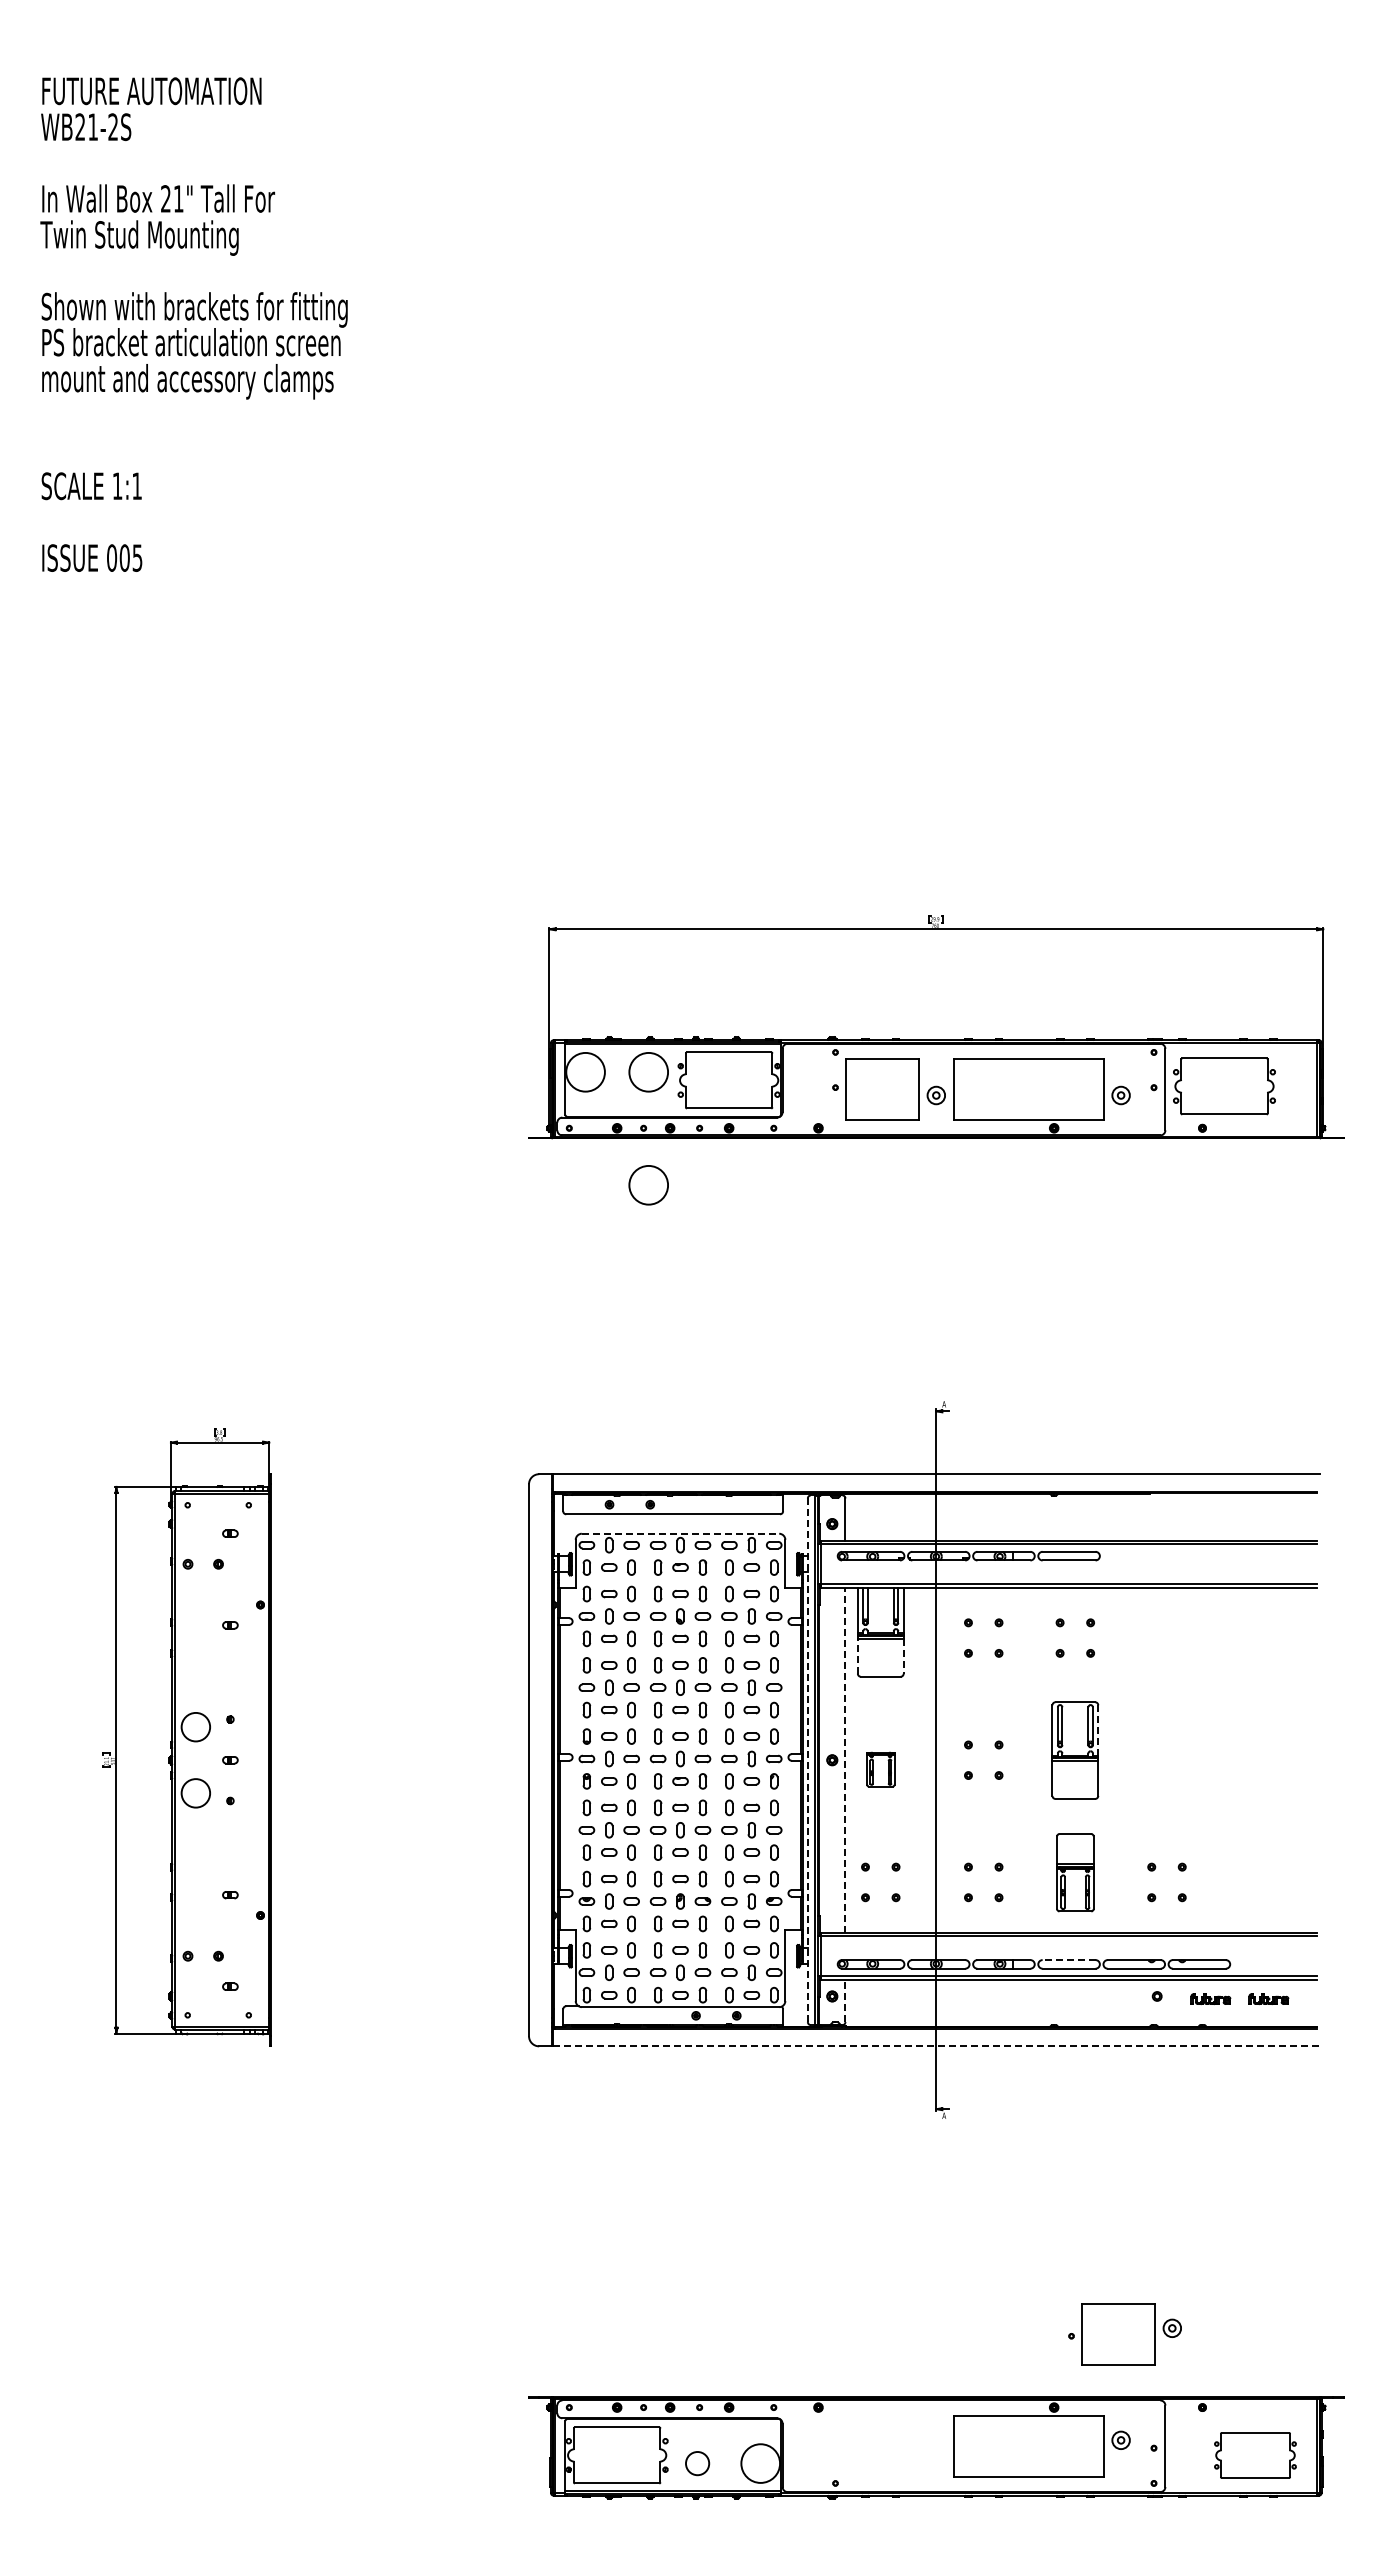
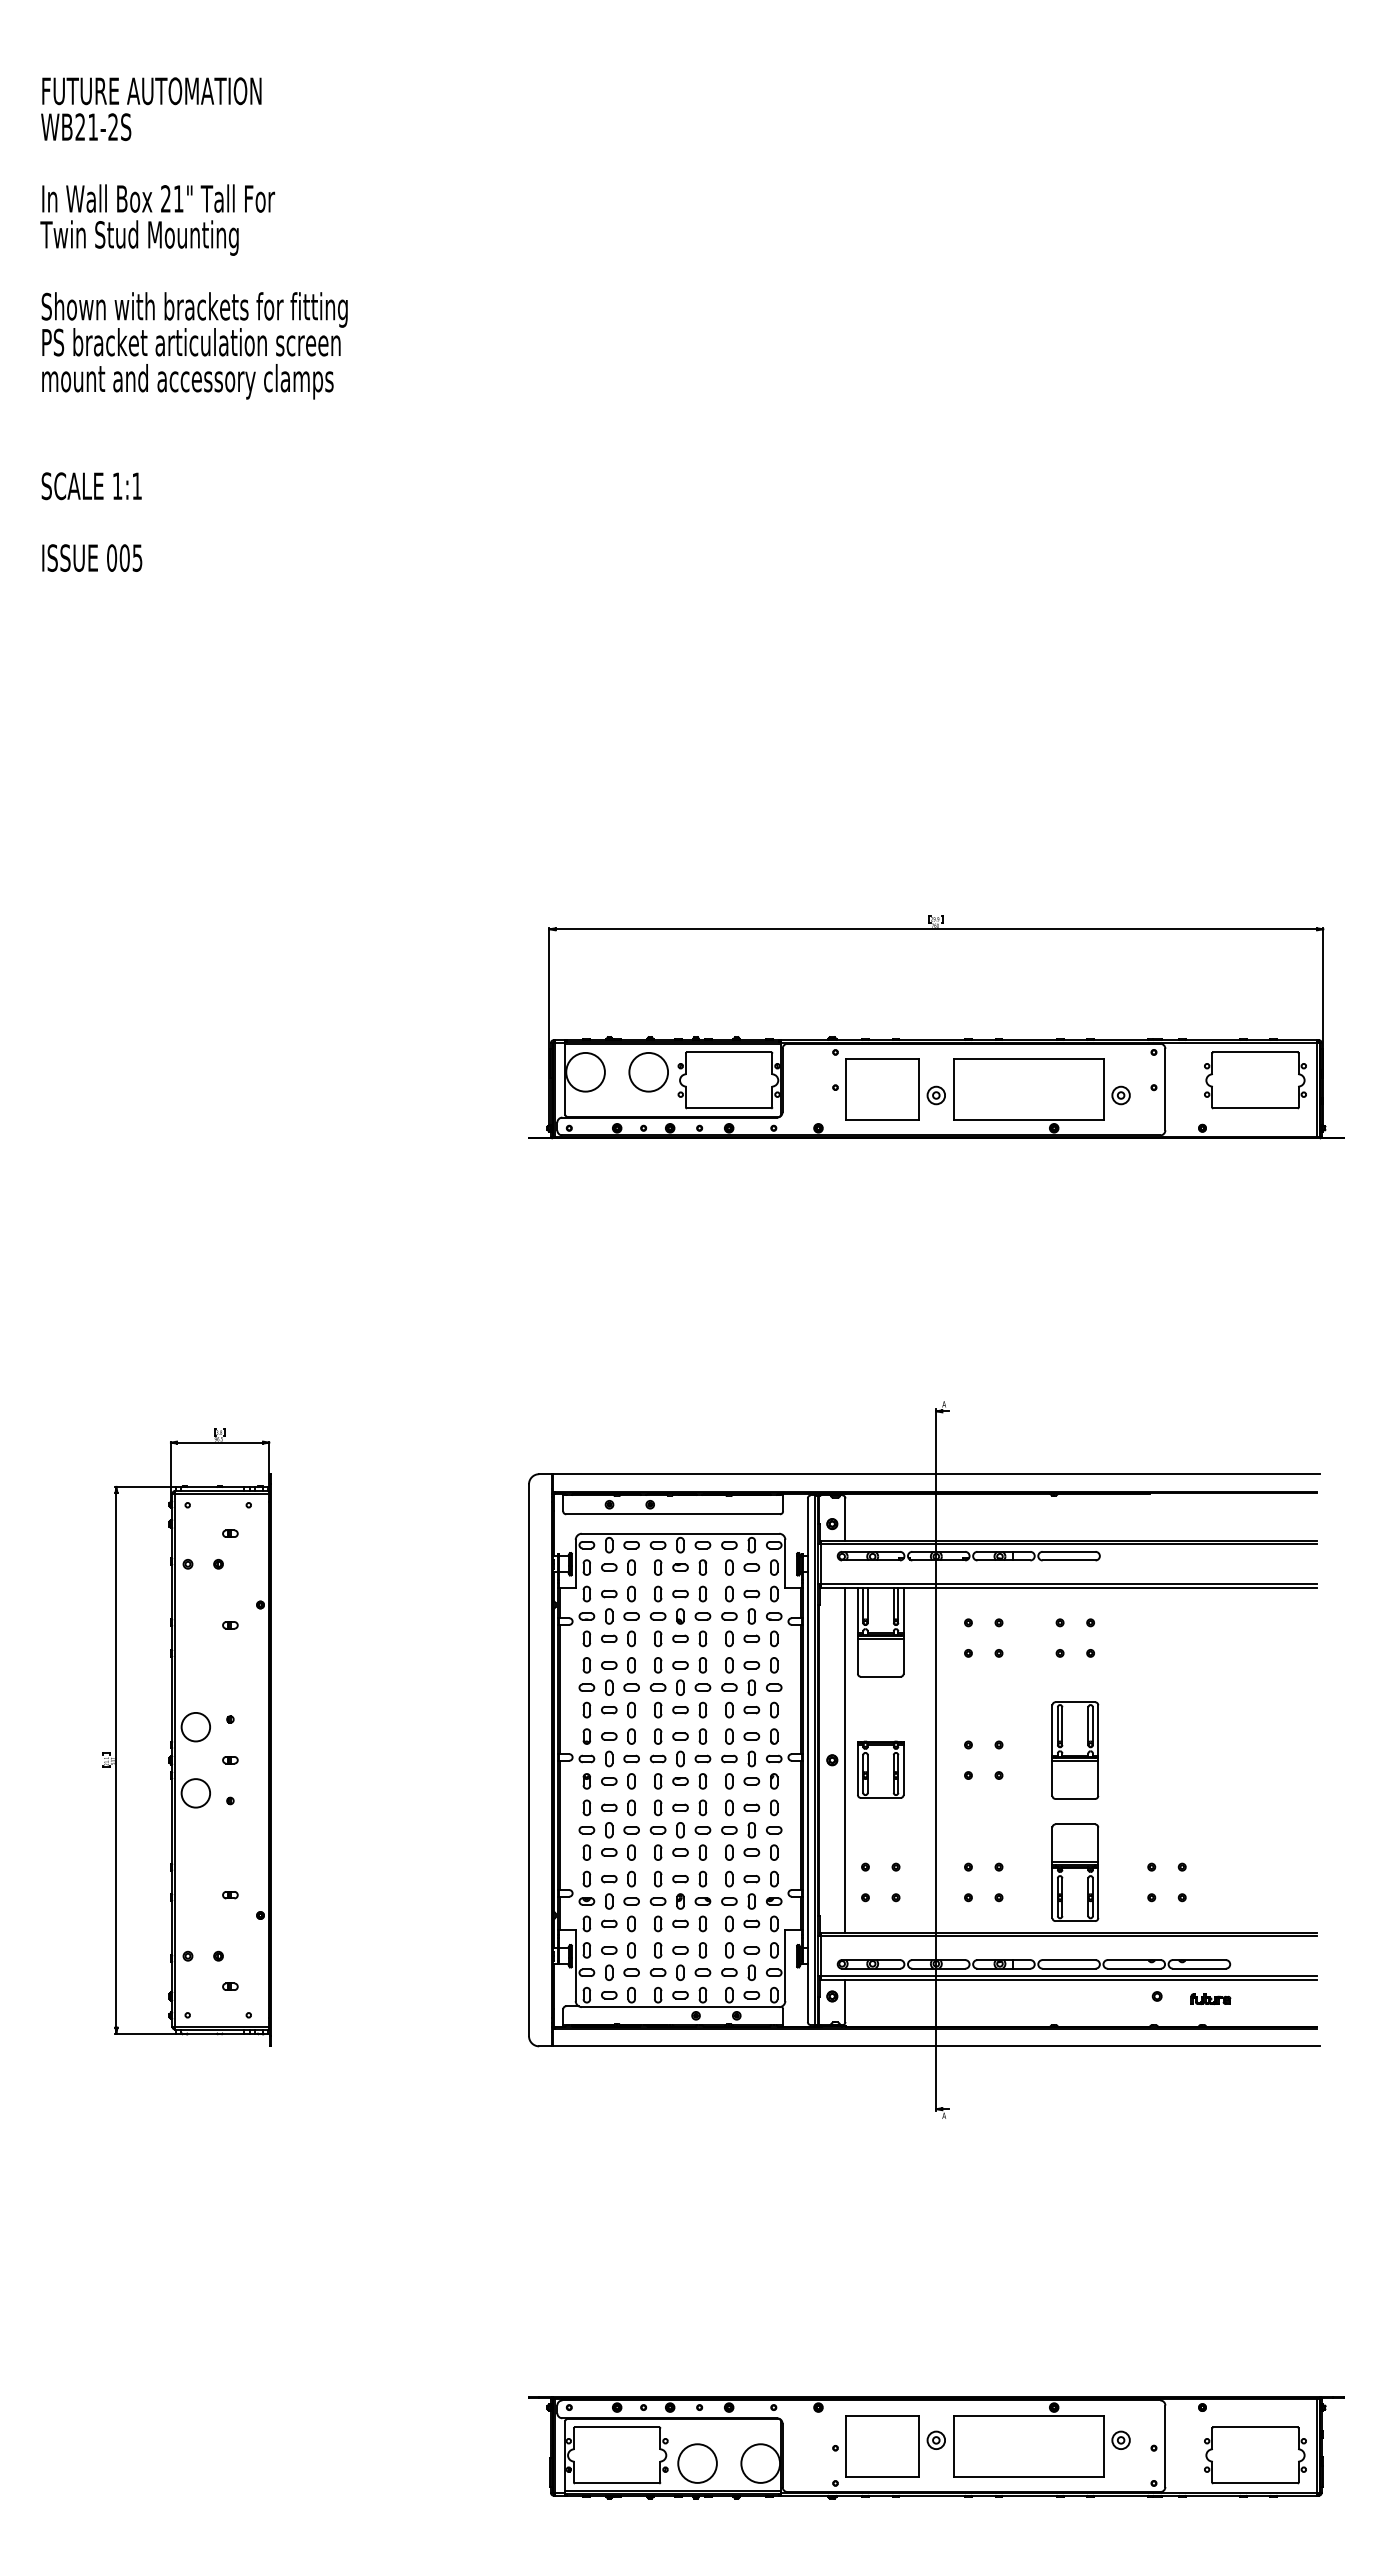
part at (1224, 1086) position: (1224, 1086) -> (1255, 1080)
circle at (648, 1185): present -> none
line at (680, 1533): dashed -> solid
line at (857, 1656): dashed -> solid
line at (903, 1656): dashed -> solid
line at (1098, 1730): dashed -> solid
line at (807, 1760): dashed -> solid
line at (845, 1760): dashed -> solid
part at (880, 1769) size: 30x37 px -> 48x59 px
part at (1075, 1872) size: 39x80 px -> 49x99 px
line at (1068, 1960): dashed -> solid
part at (1268, 1998): present -> none
line at (845, 2000): dashed -> solid
line at (936, 2046): dashed -> solid
part at (1124, 2334) position: (1124, 2334) -> (888, 2446)
part at (1255, 2455) size: 83x47 px -> 103x59 px
circle at (697, 2463) diameter: 23 px -> 39 px
